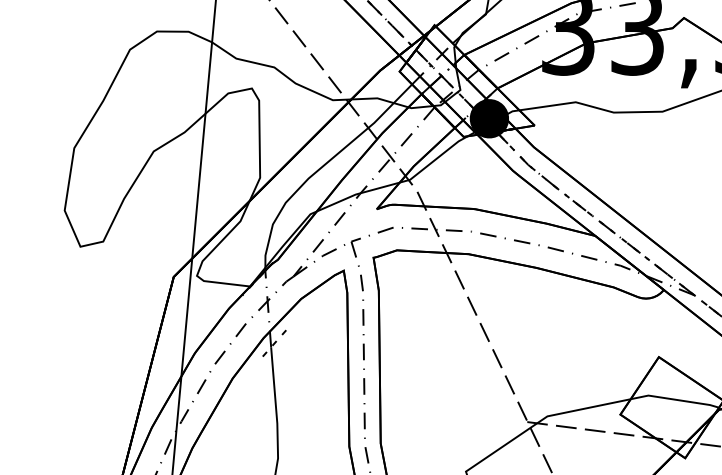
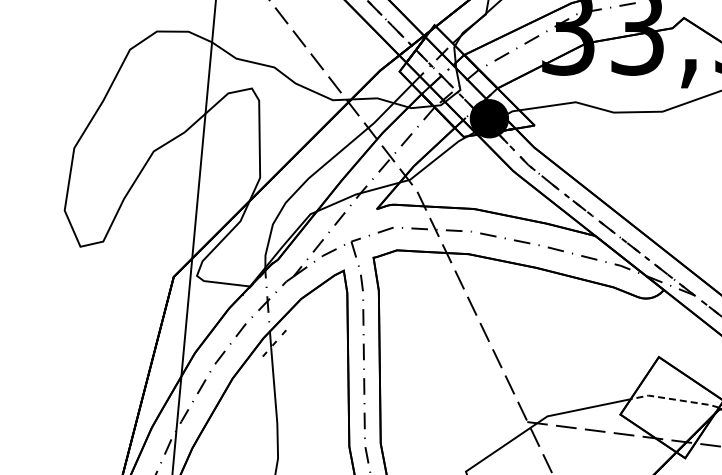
line at (674, 399): solid -> dashed
